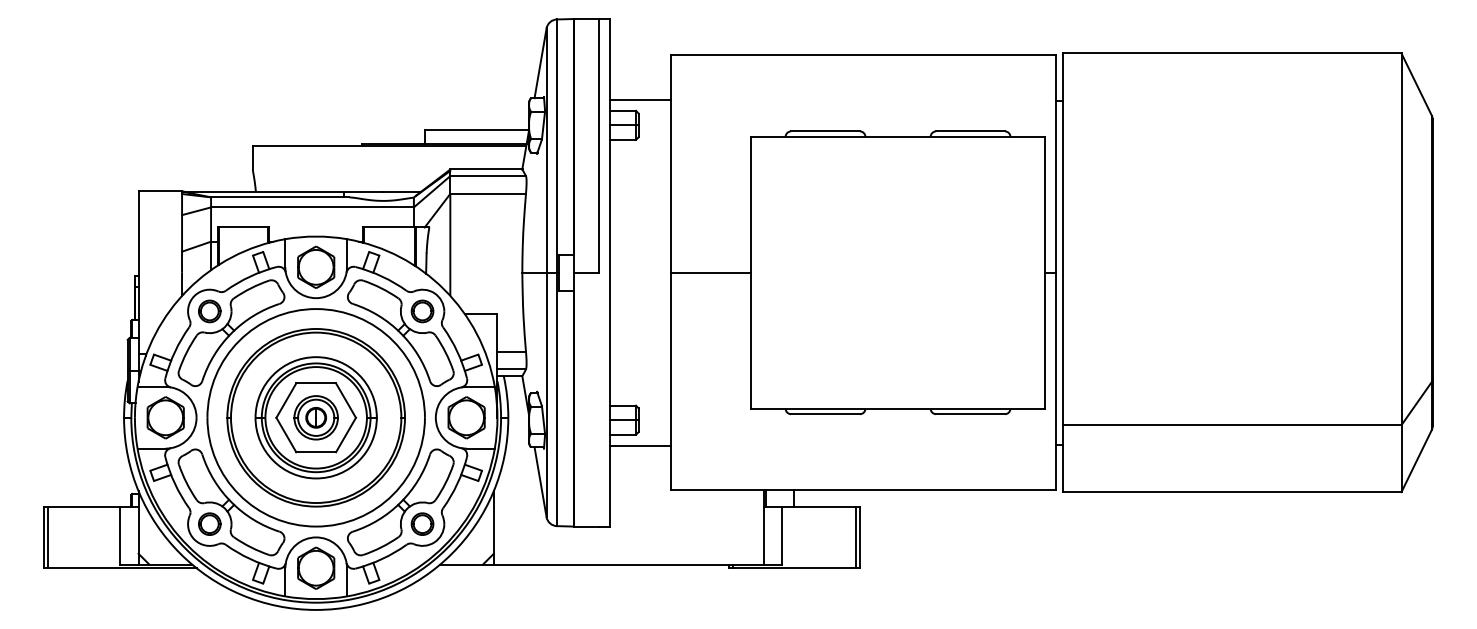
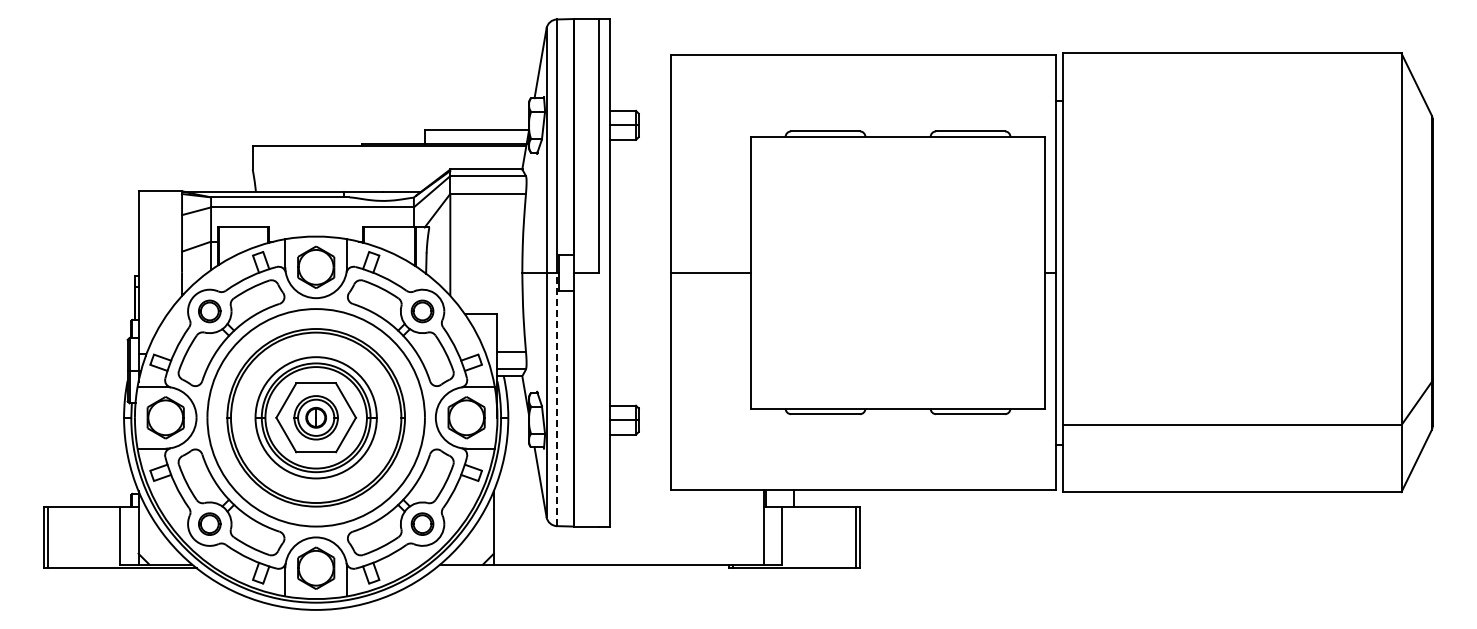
line at (640, 99): present -> none
line at (557, 399): solid -> dashed
line at (640, 445): present -> none
